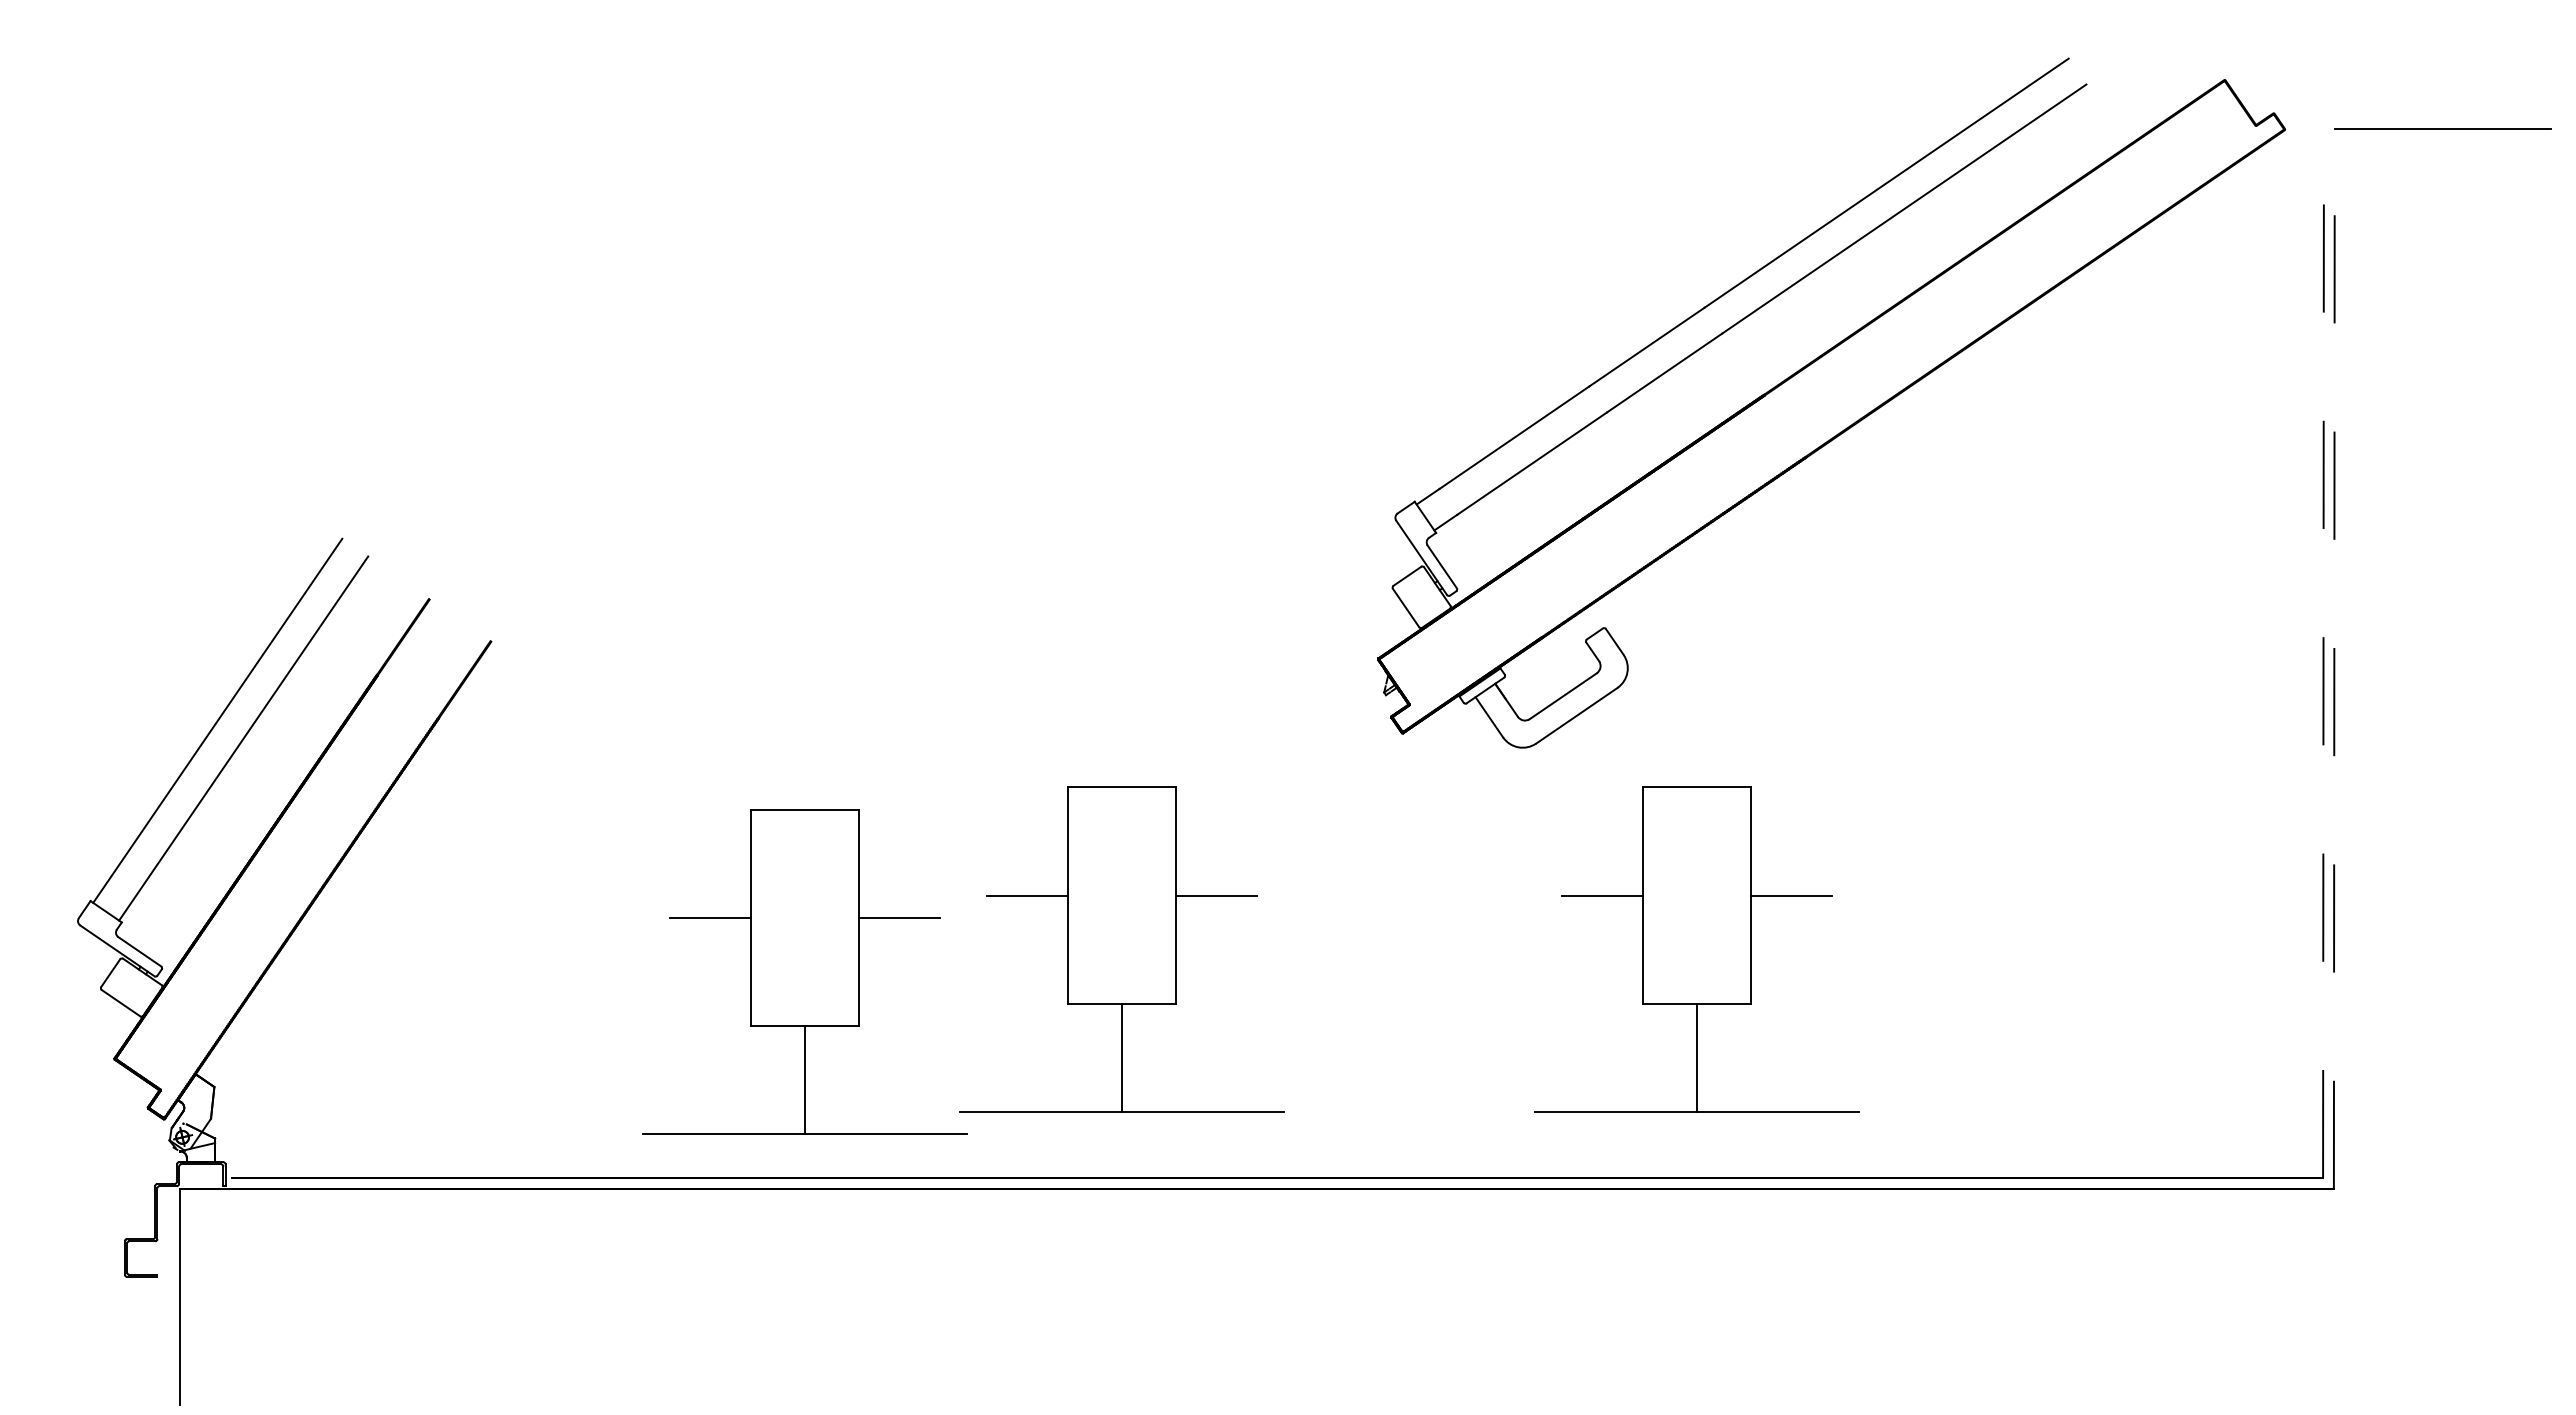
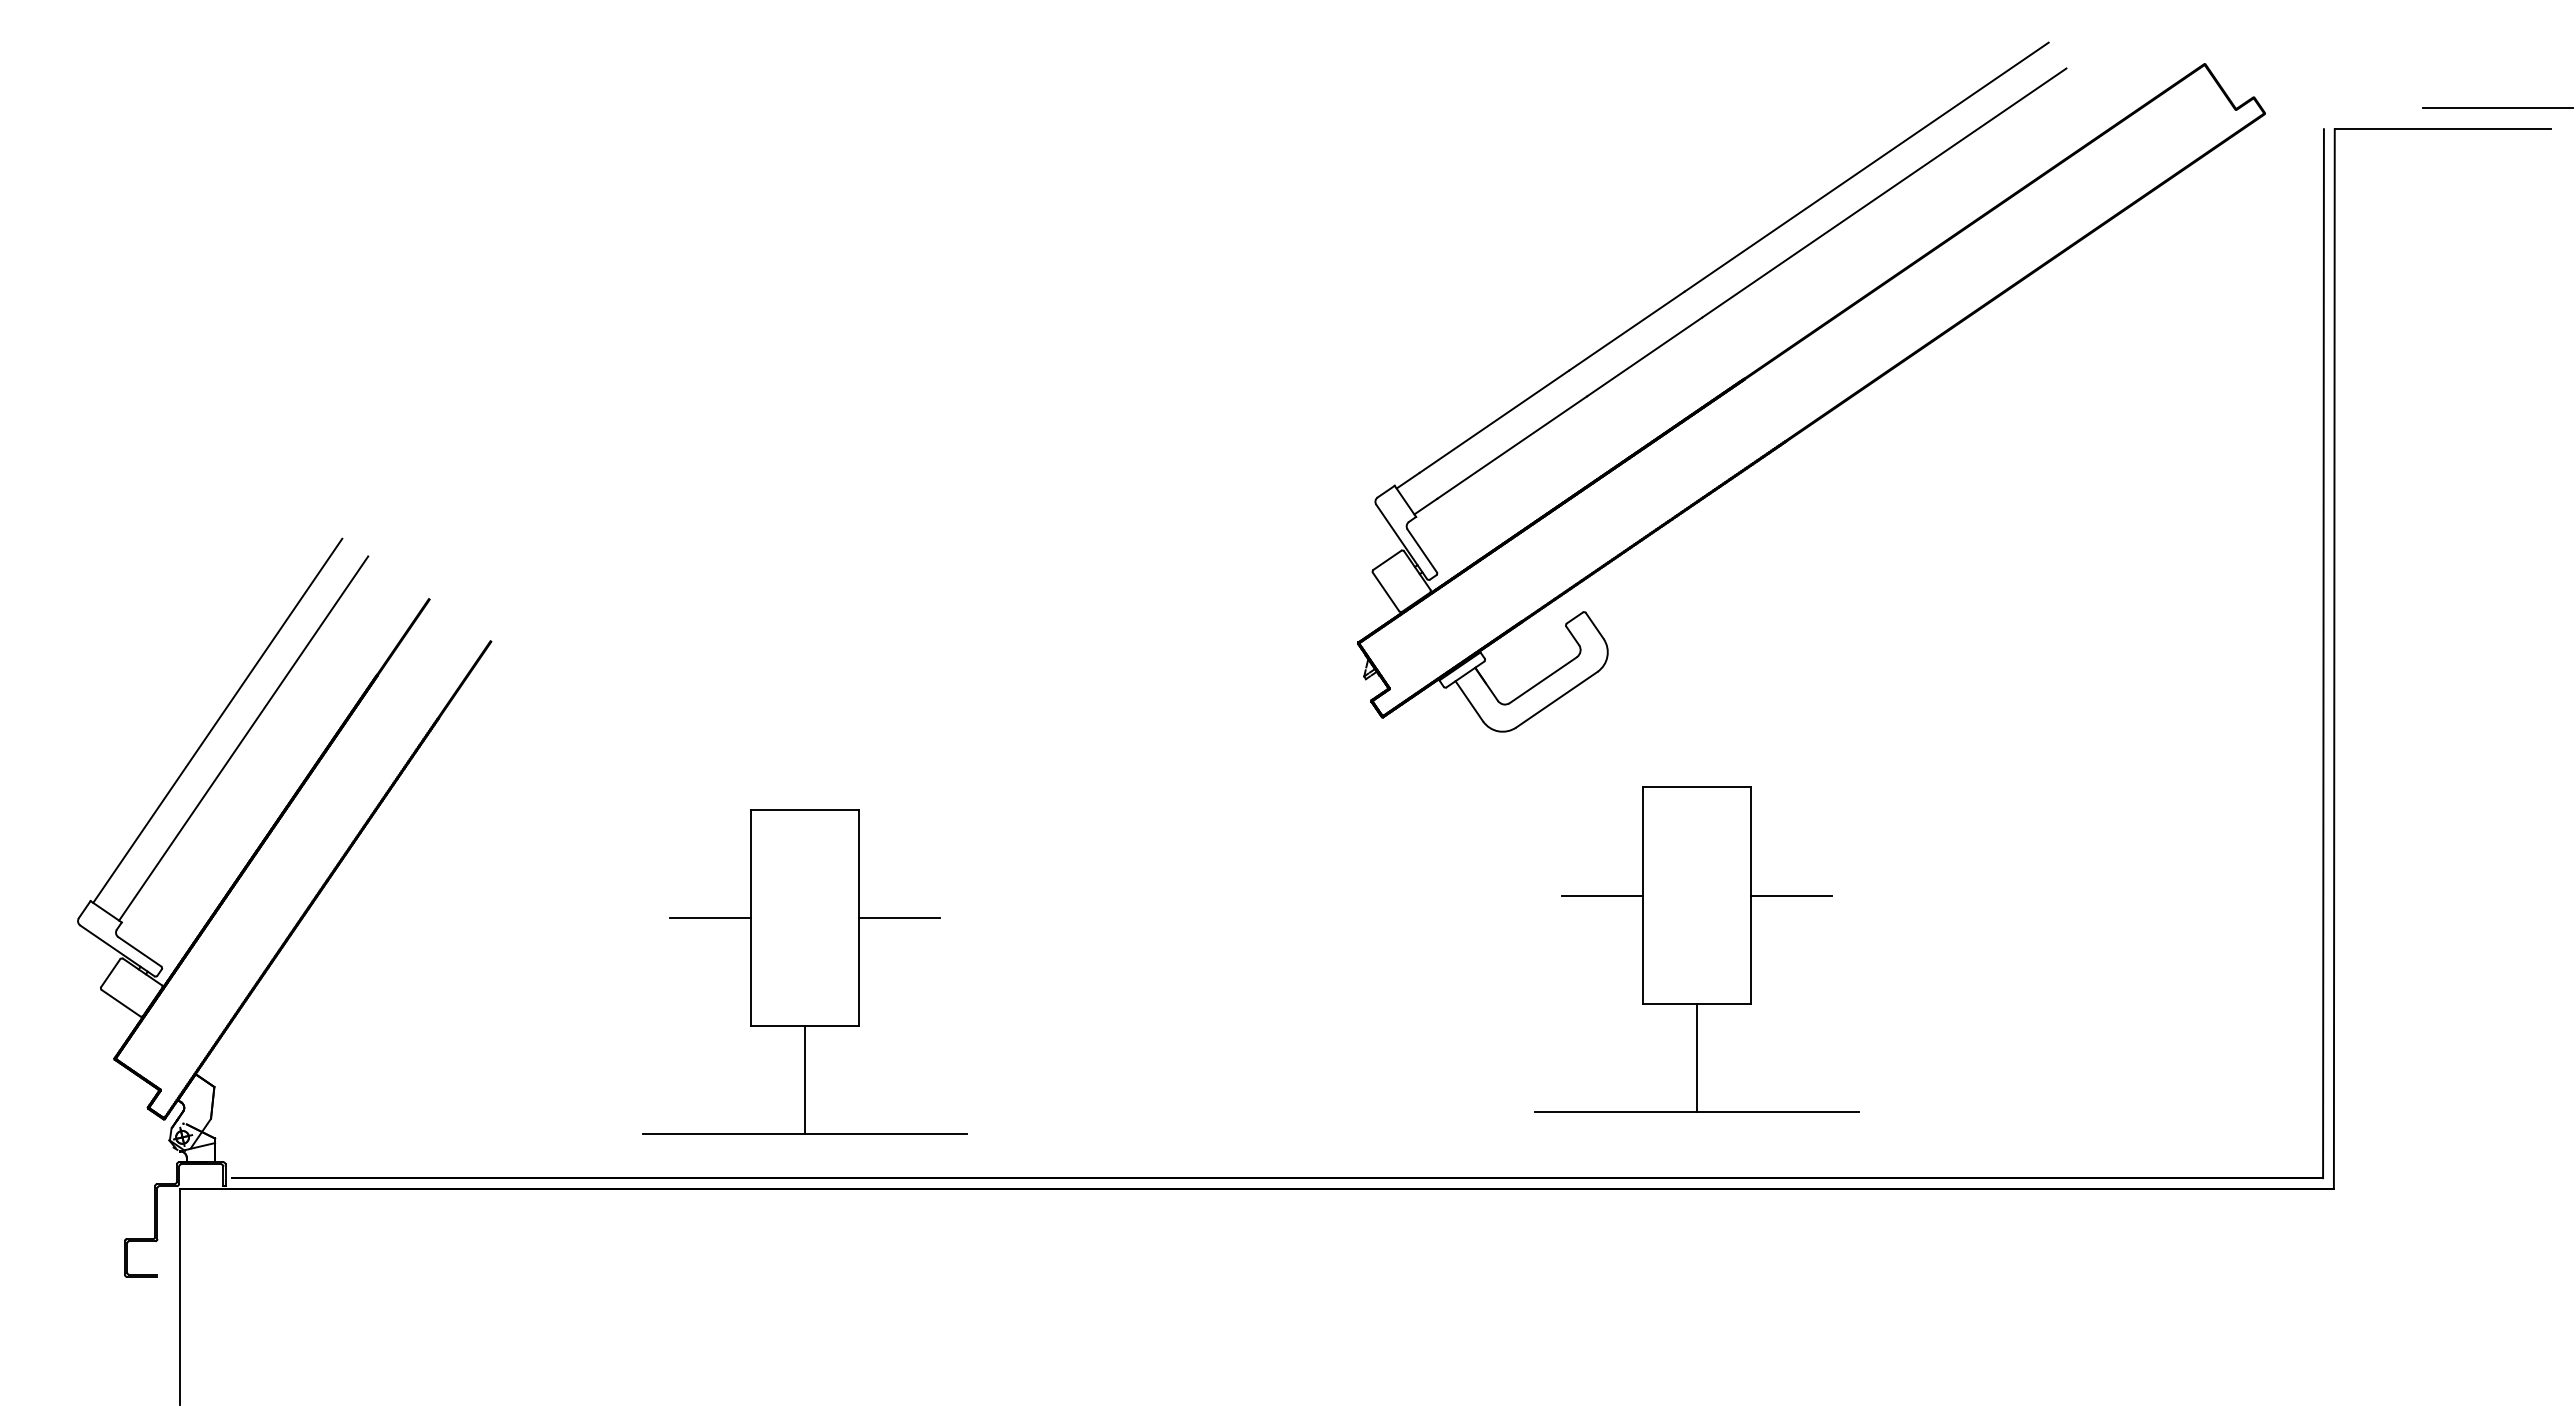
line at (2497, 107): none -> present
part at (1831, 402) position: (1831, 402) -> (1811, 386)
line at (2323, 653): dashed -> solid
line at (2334, 659): dashed -> solid
part at (1121, 949): present -> none
